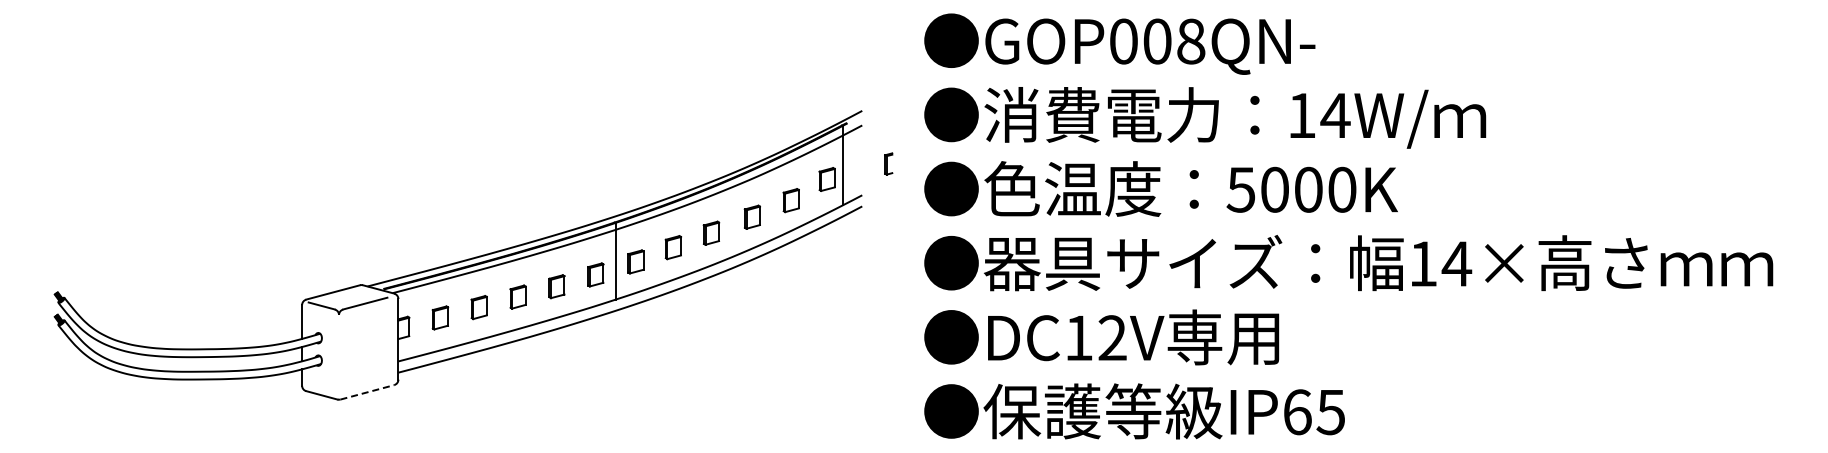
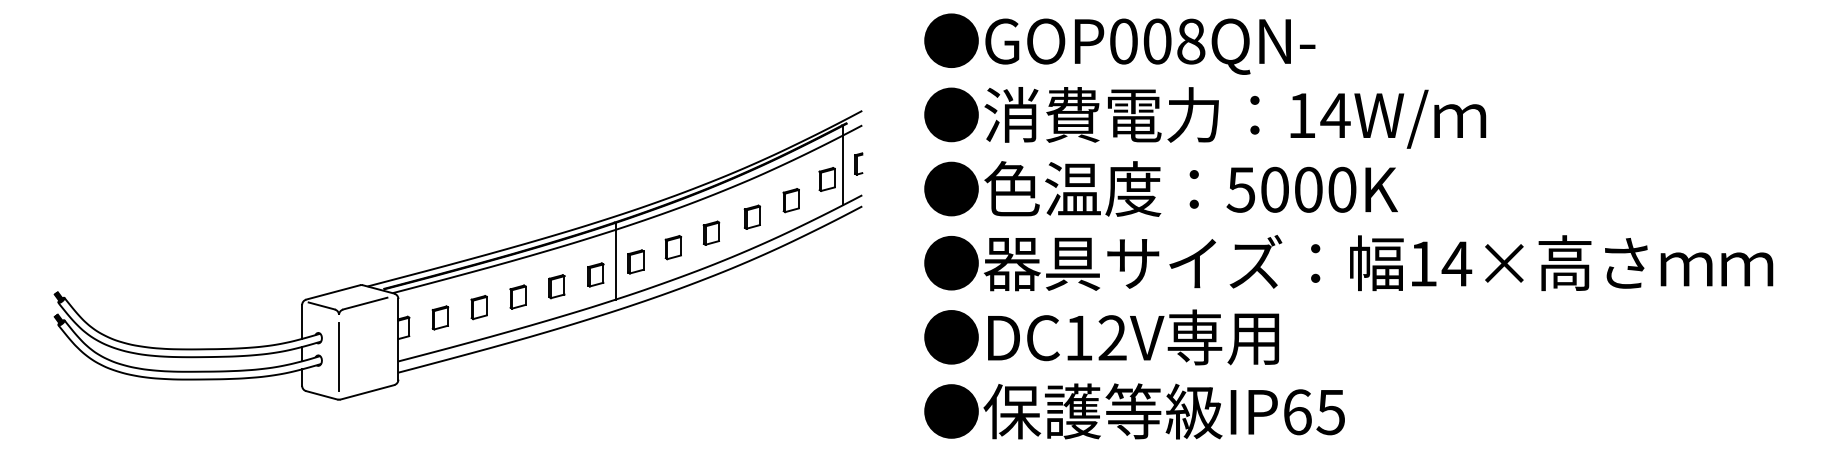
part at (888, 163) position: (888, 163) -> (858, 163)
line at (339, 357): none -> present
line at (367, 392): dashed -> solid
